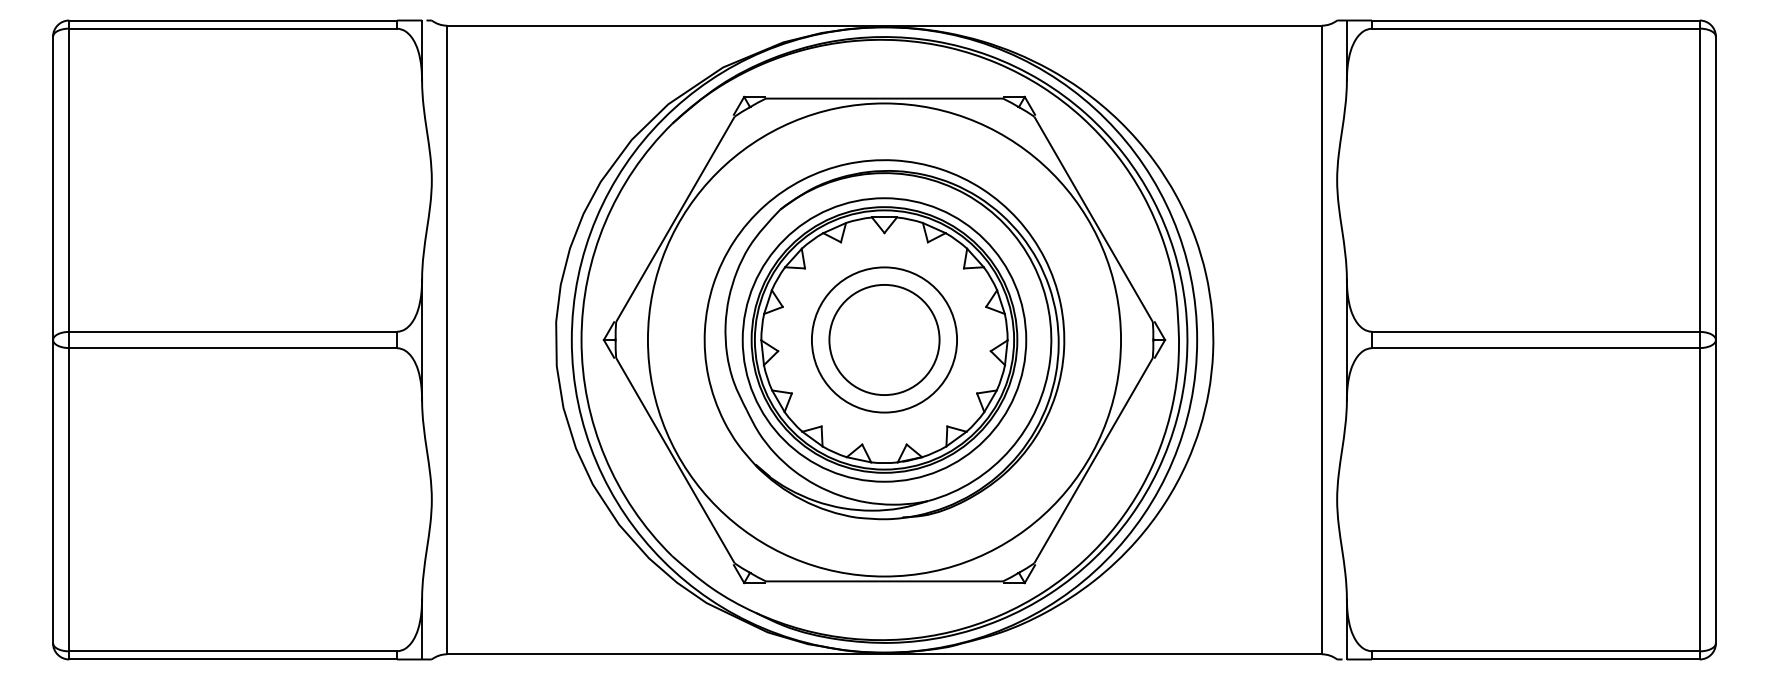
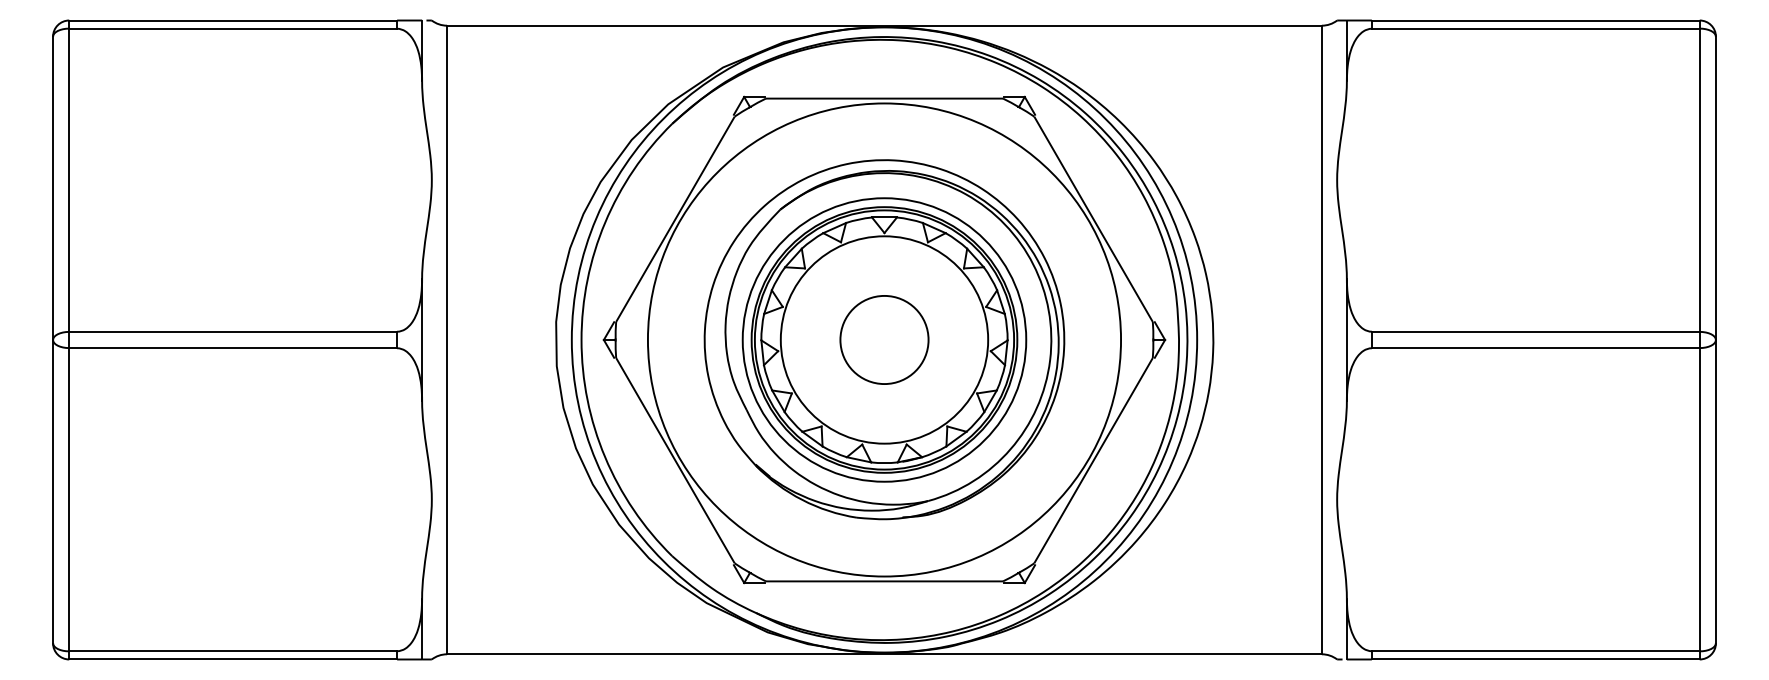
circle at (884, 339) diameter: 110 px -> 88 px
circle at (884, 339) diameter: 145 px -> 207 px
